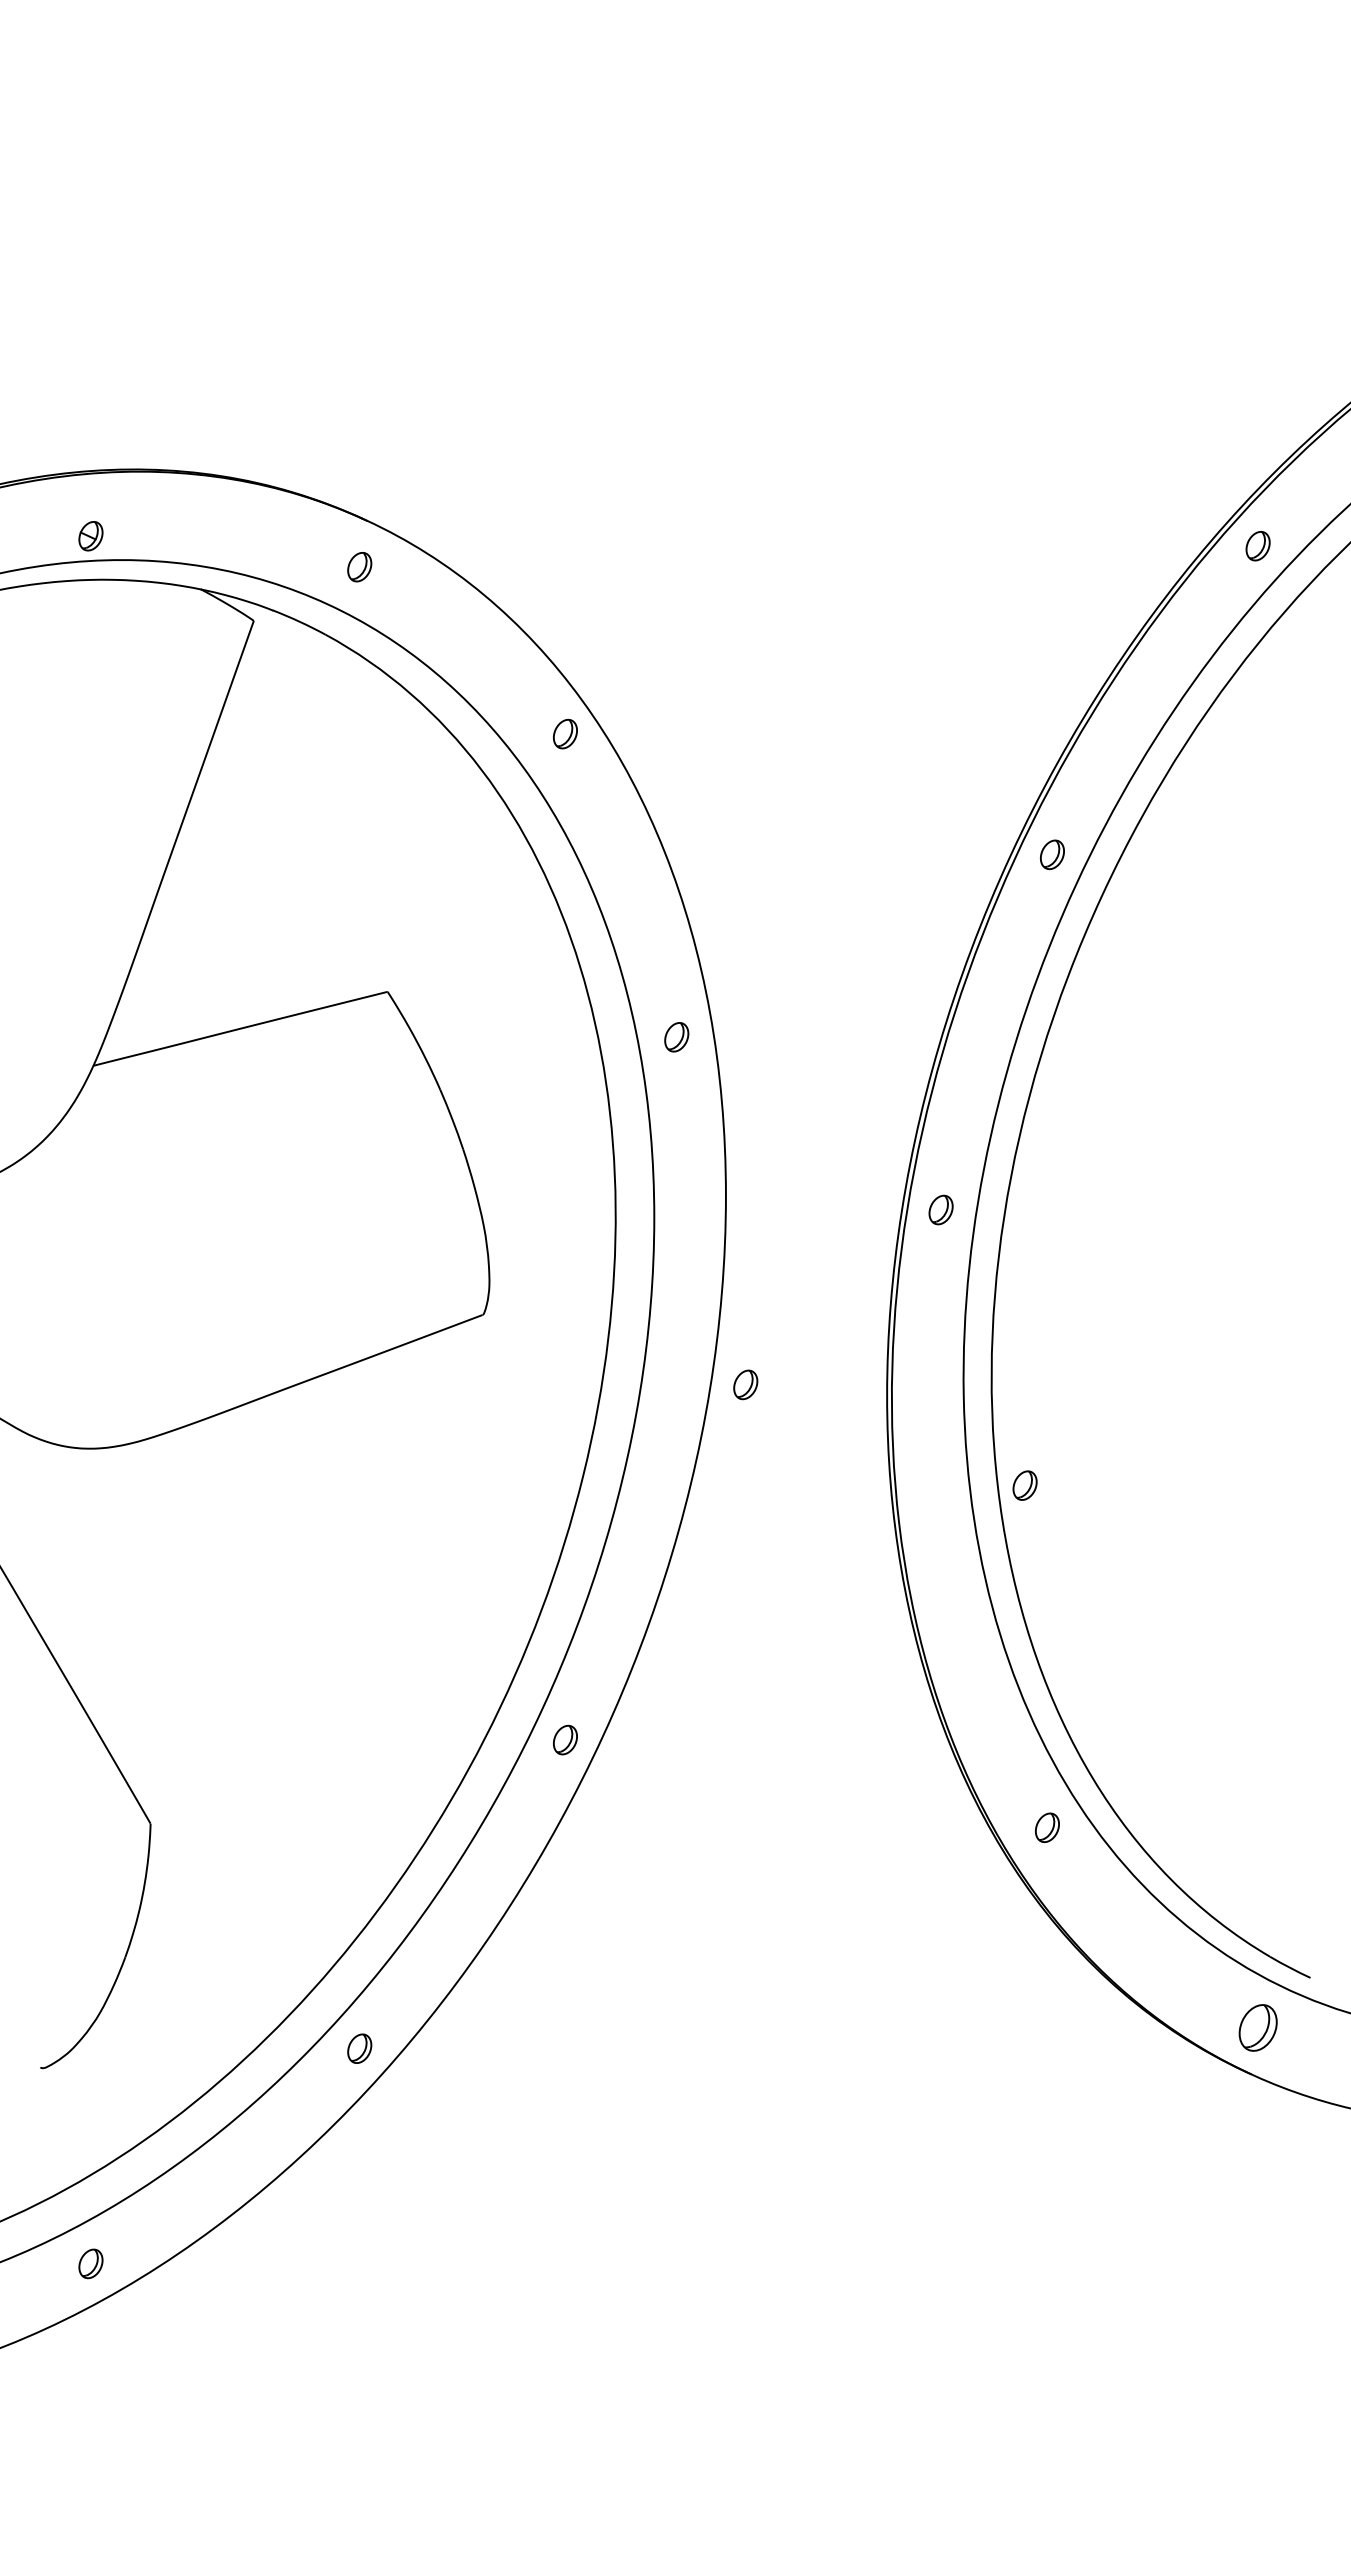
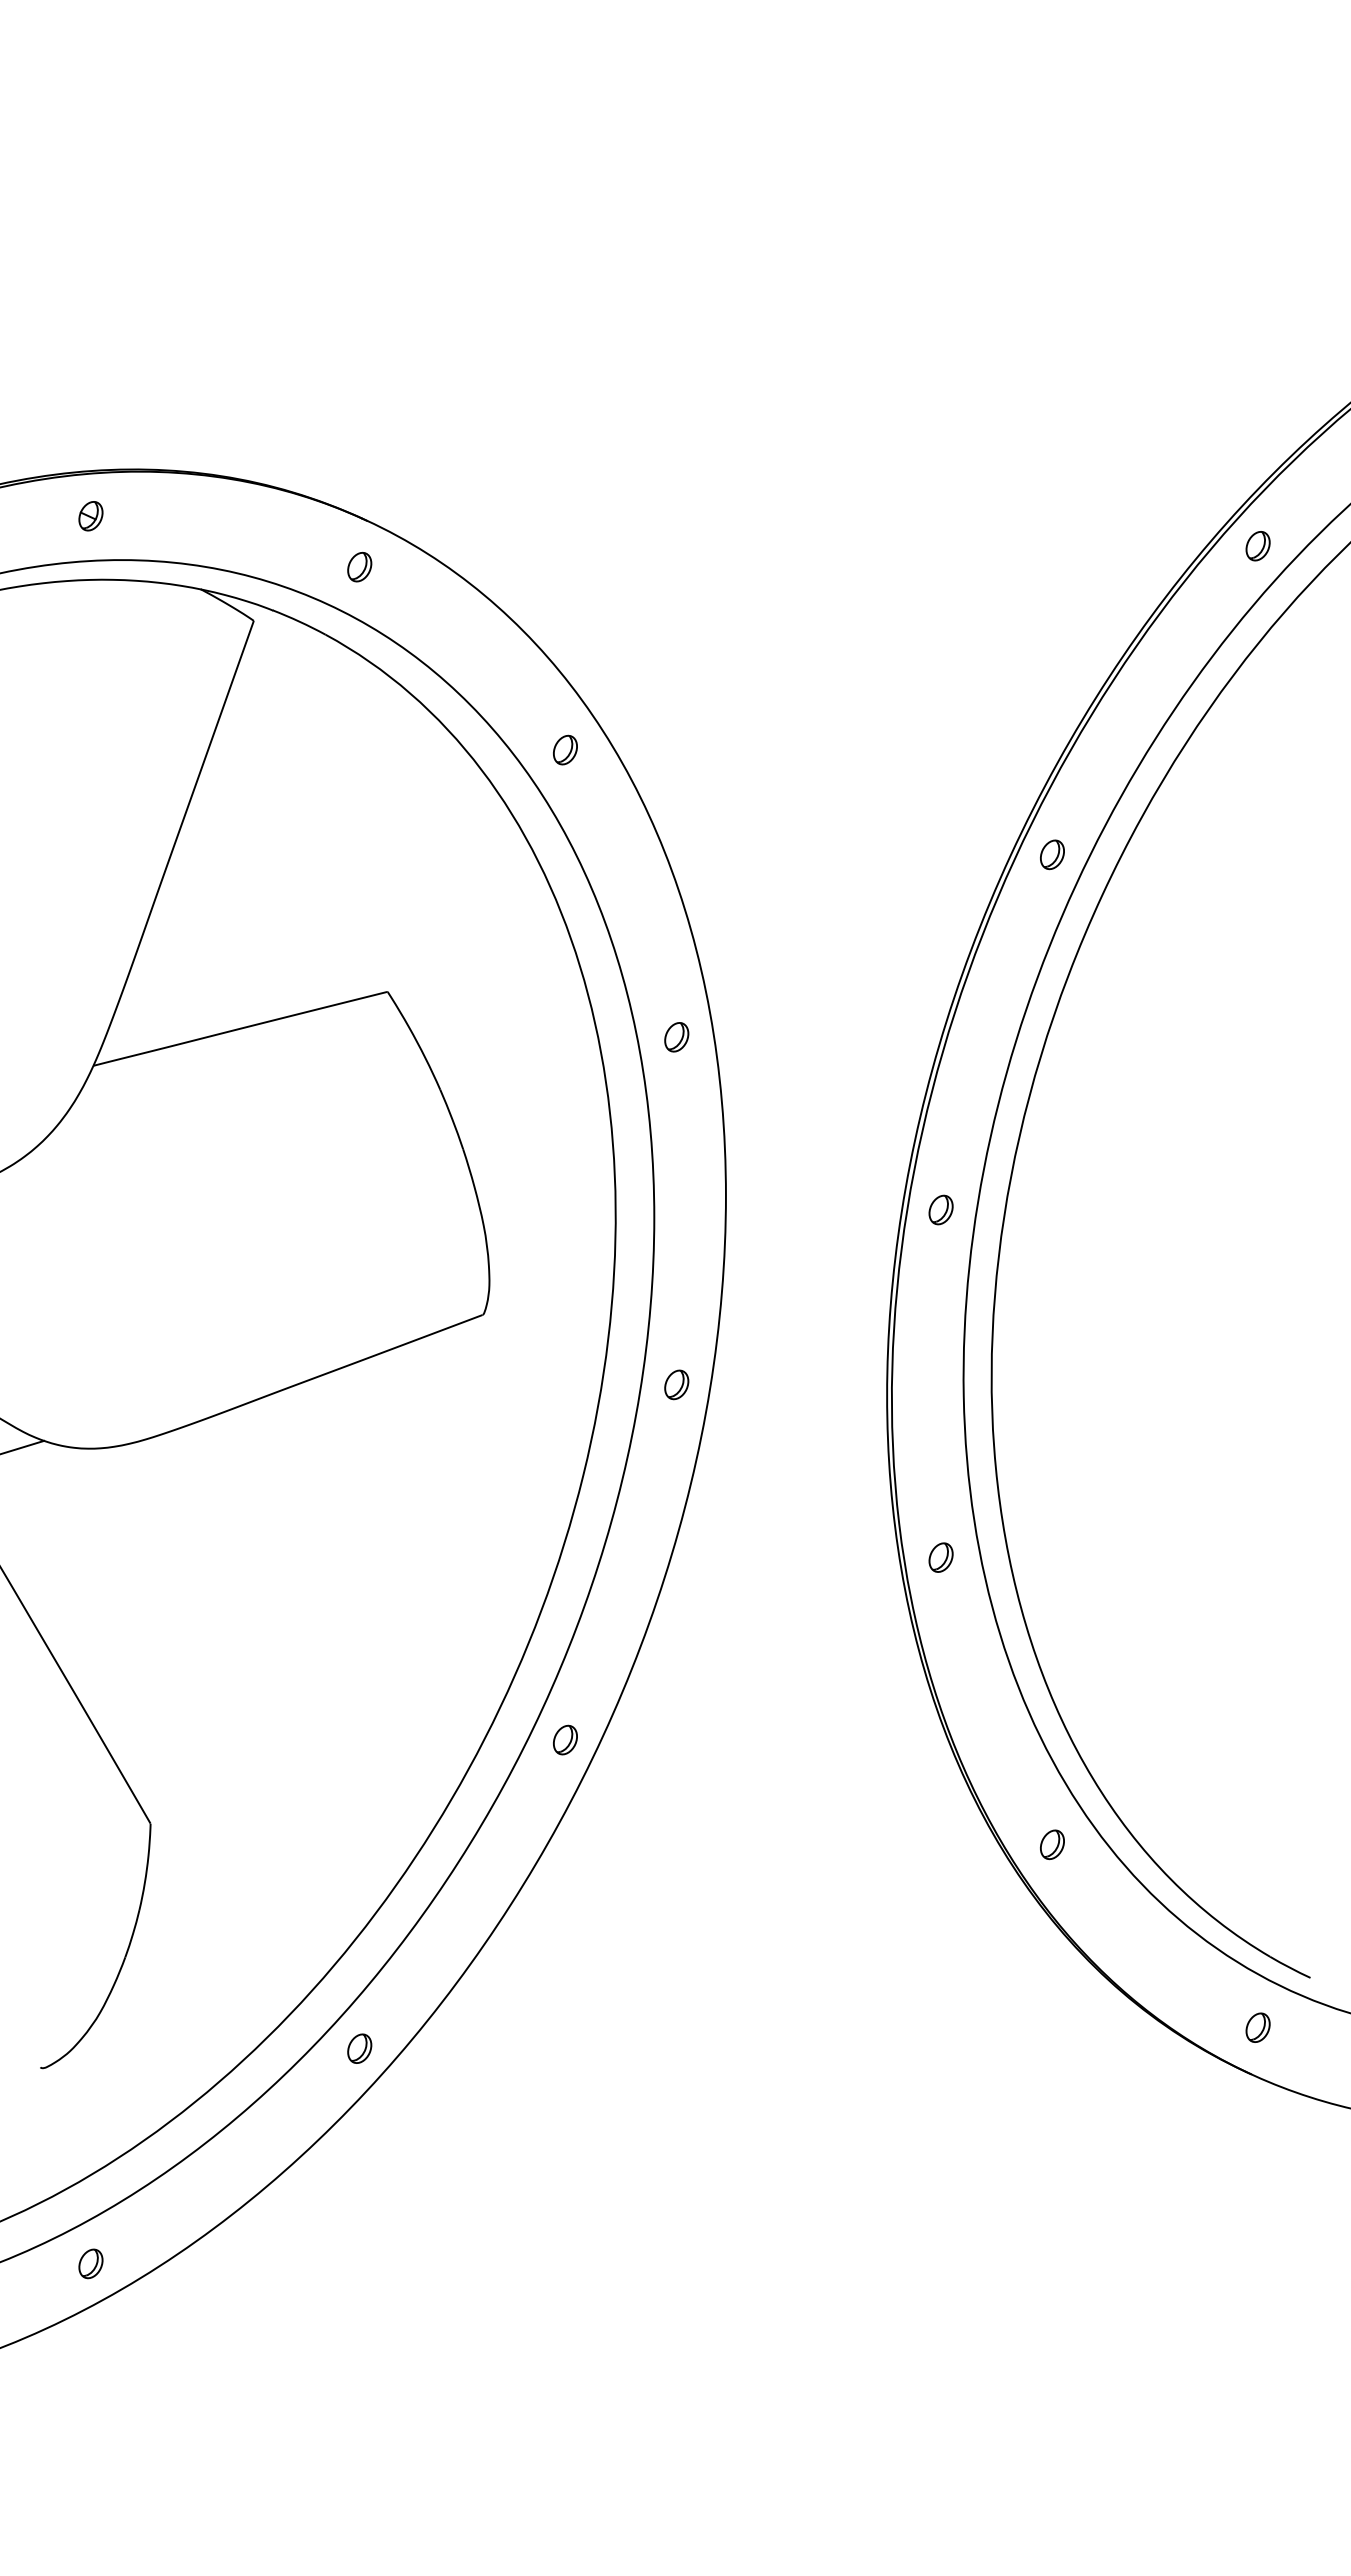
part at (90, 536) position: (90, 536) -> (90, 516)
part at (565, 733) position: (565, 733) -> (565, 749)
part at (745, 1384) position: (745, 1384) -> (676, 1384)
line at (23, 1446): none -> present
part at (1024, 1485) position: (1024, 1485) -> (940, 1557)
part at (1047, 1827) position: (1047, 1827) -> (1052, 1844)
part at (1257, 2027) size: 40x48 px -> 26x31 px
